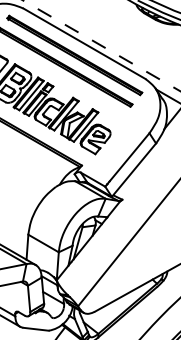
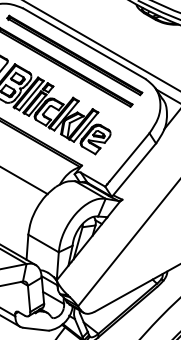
line at (102, 46): dashed -> solid
line at (24, 181): none -> present
